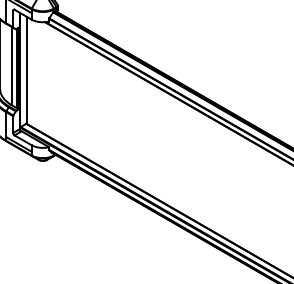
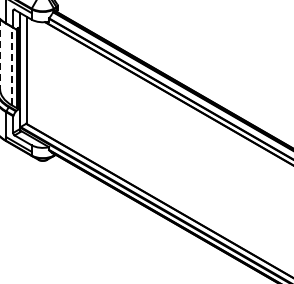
line at (0, 54): solid -> dashed
line at (11, 65): solid -> dashed
